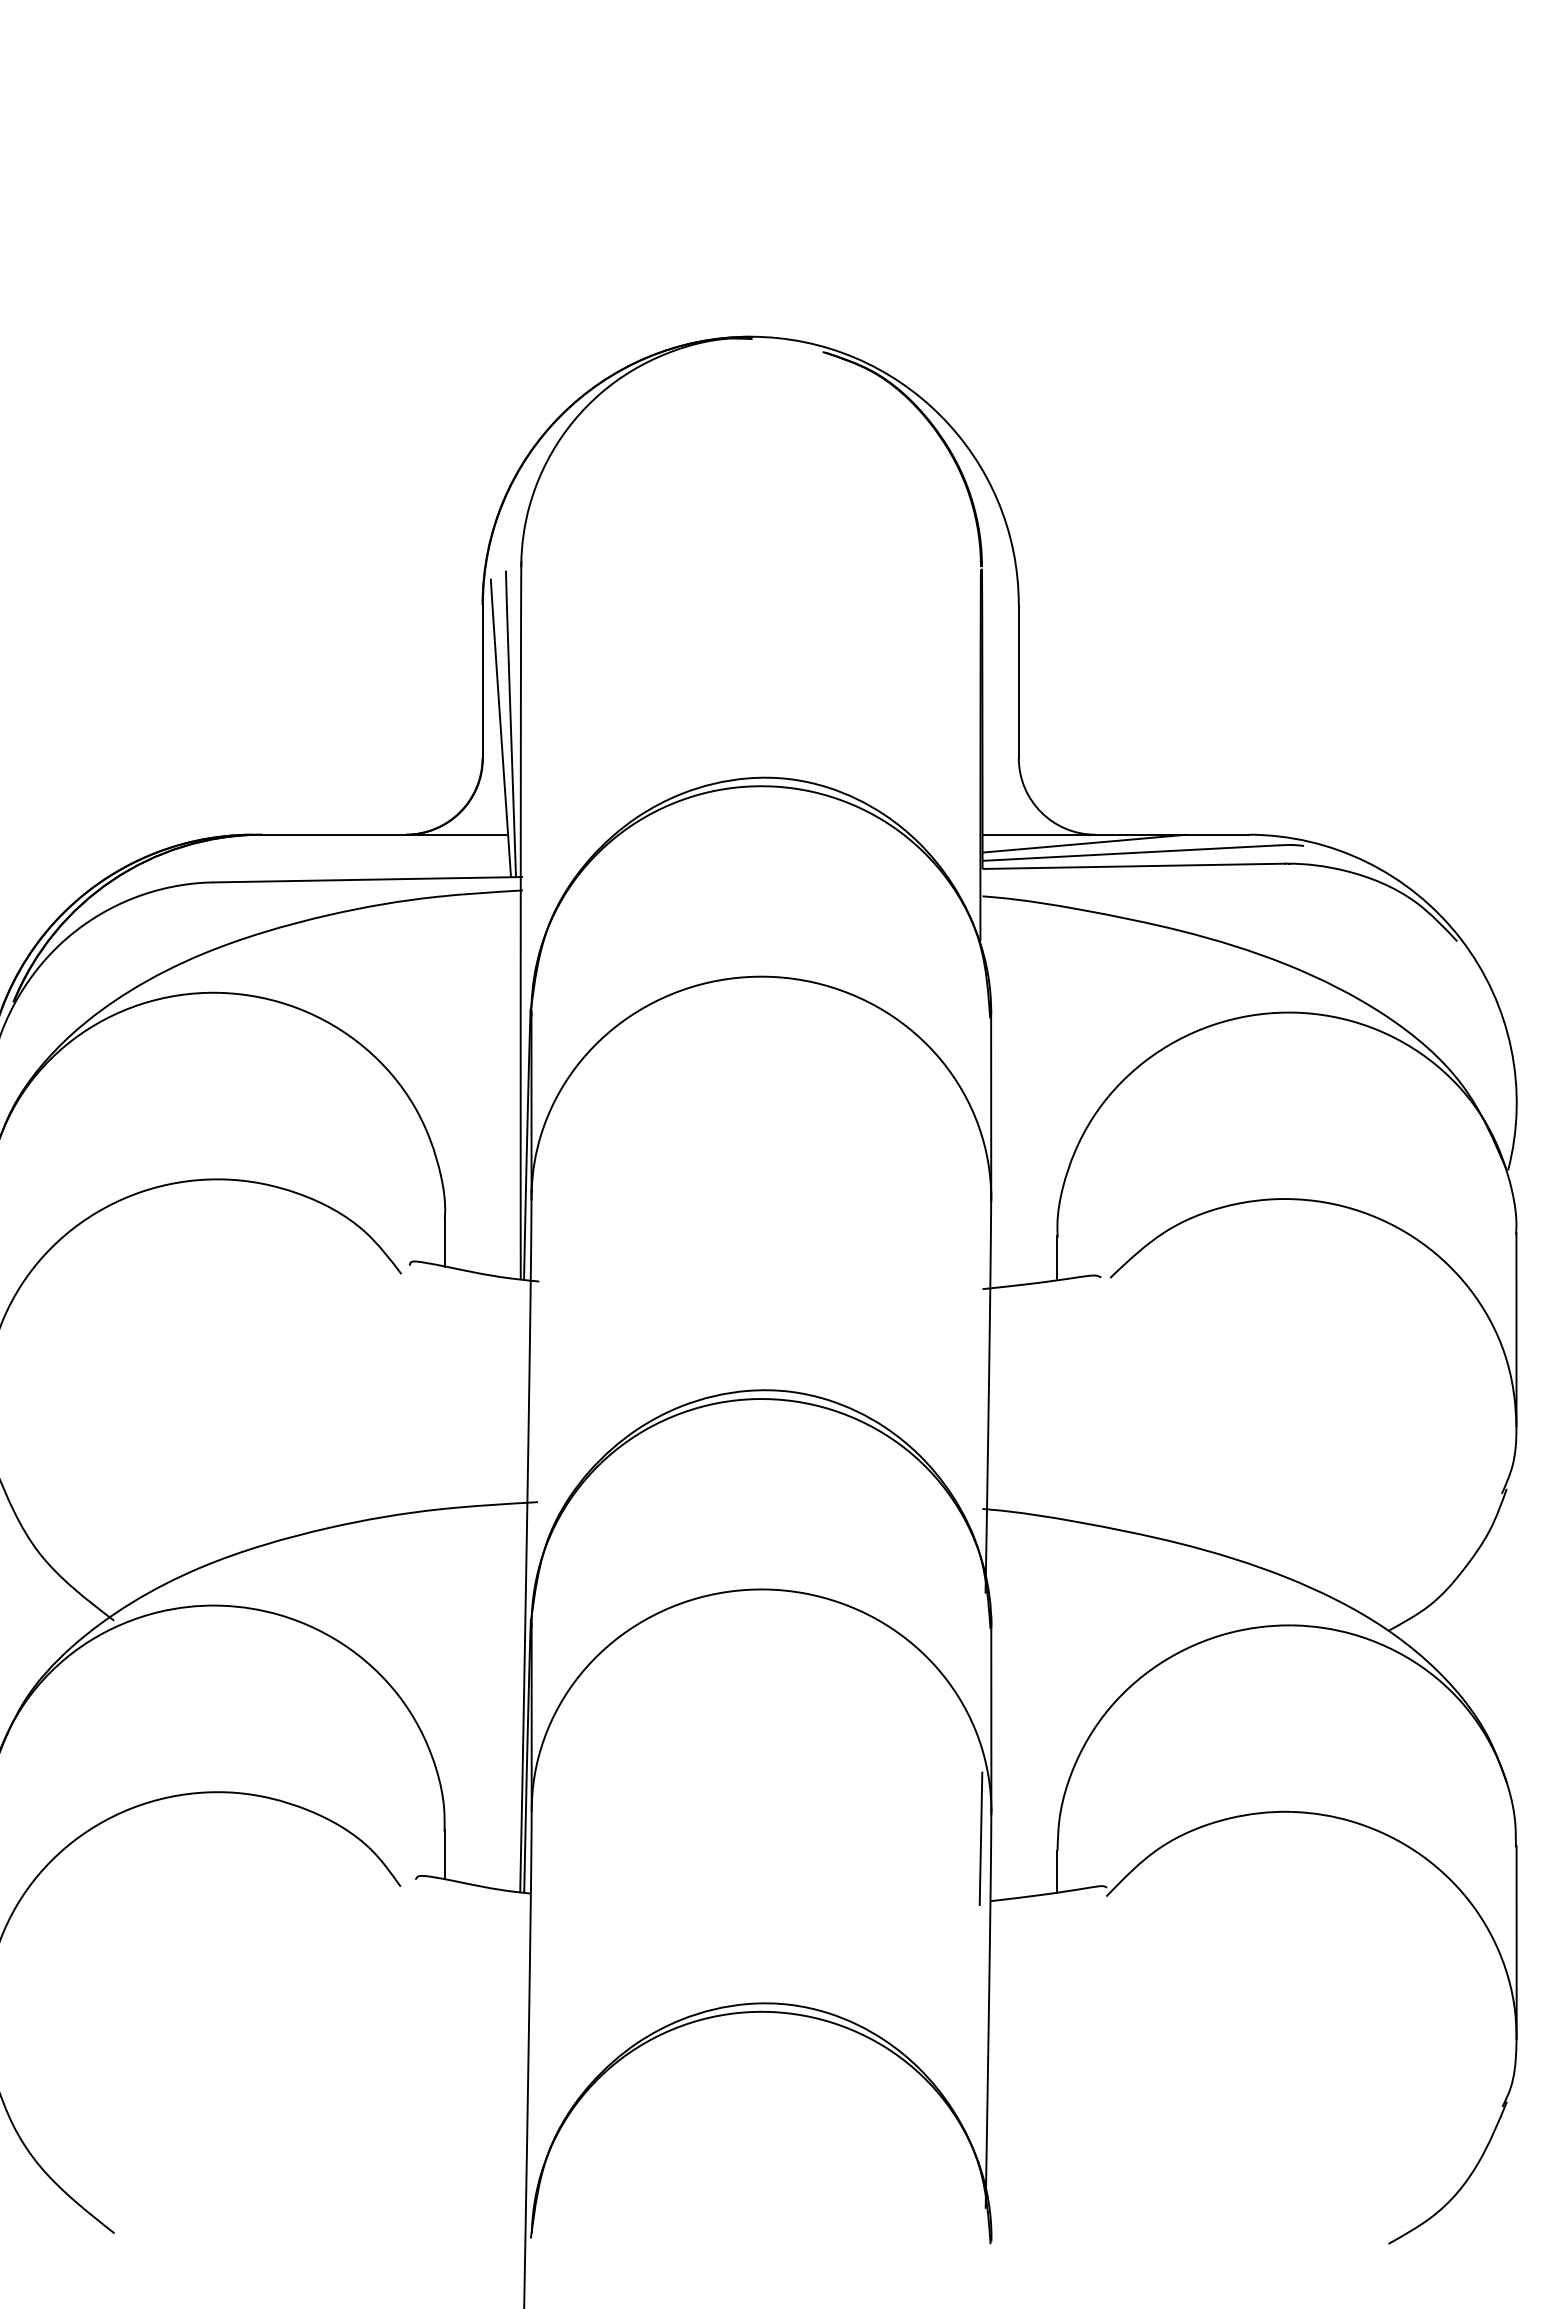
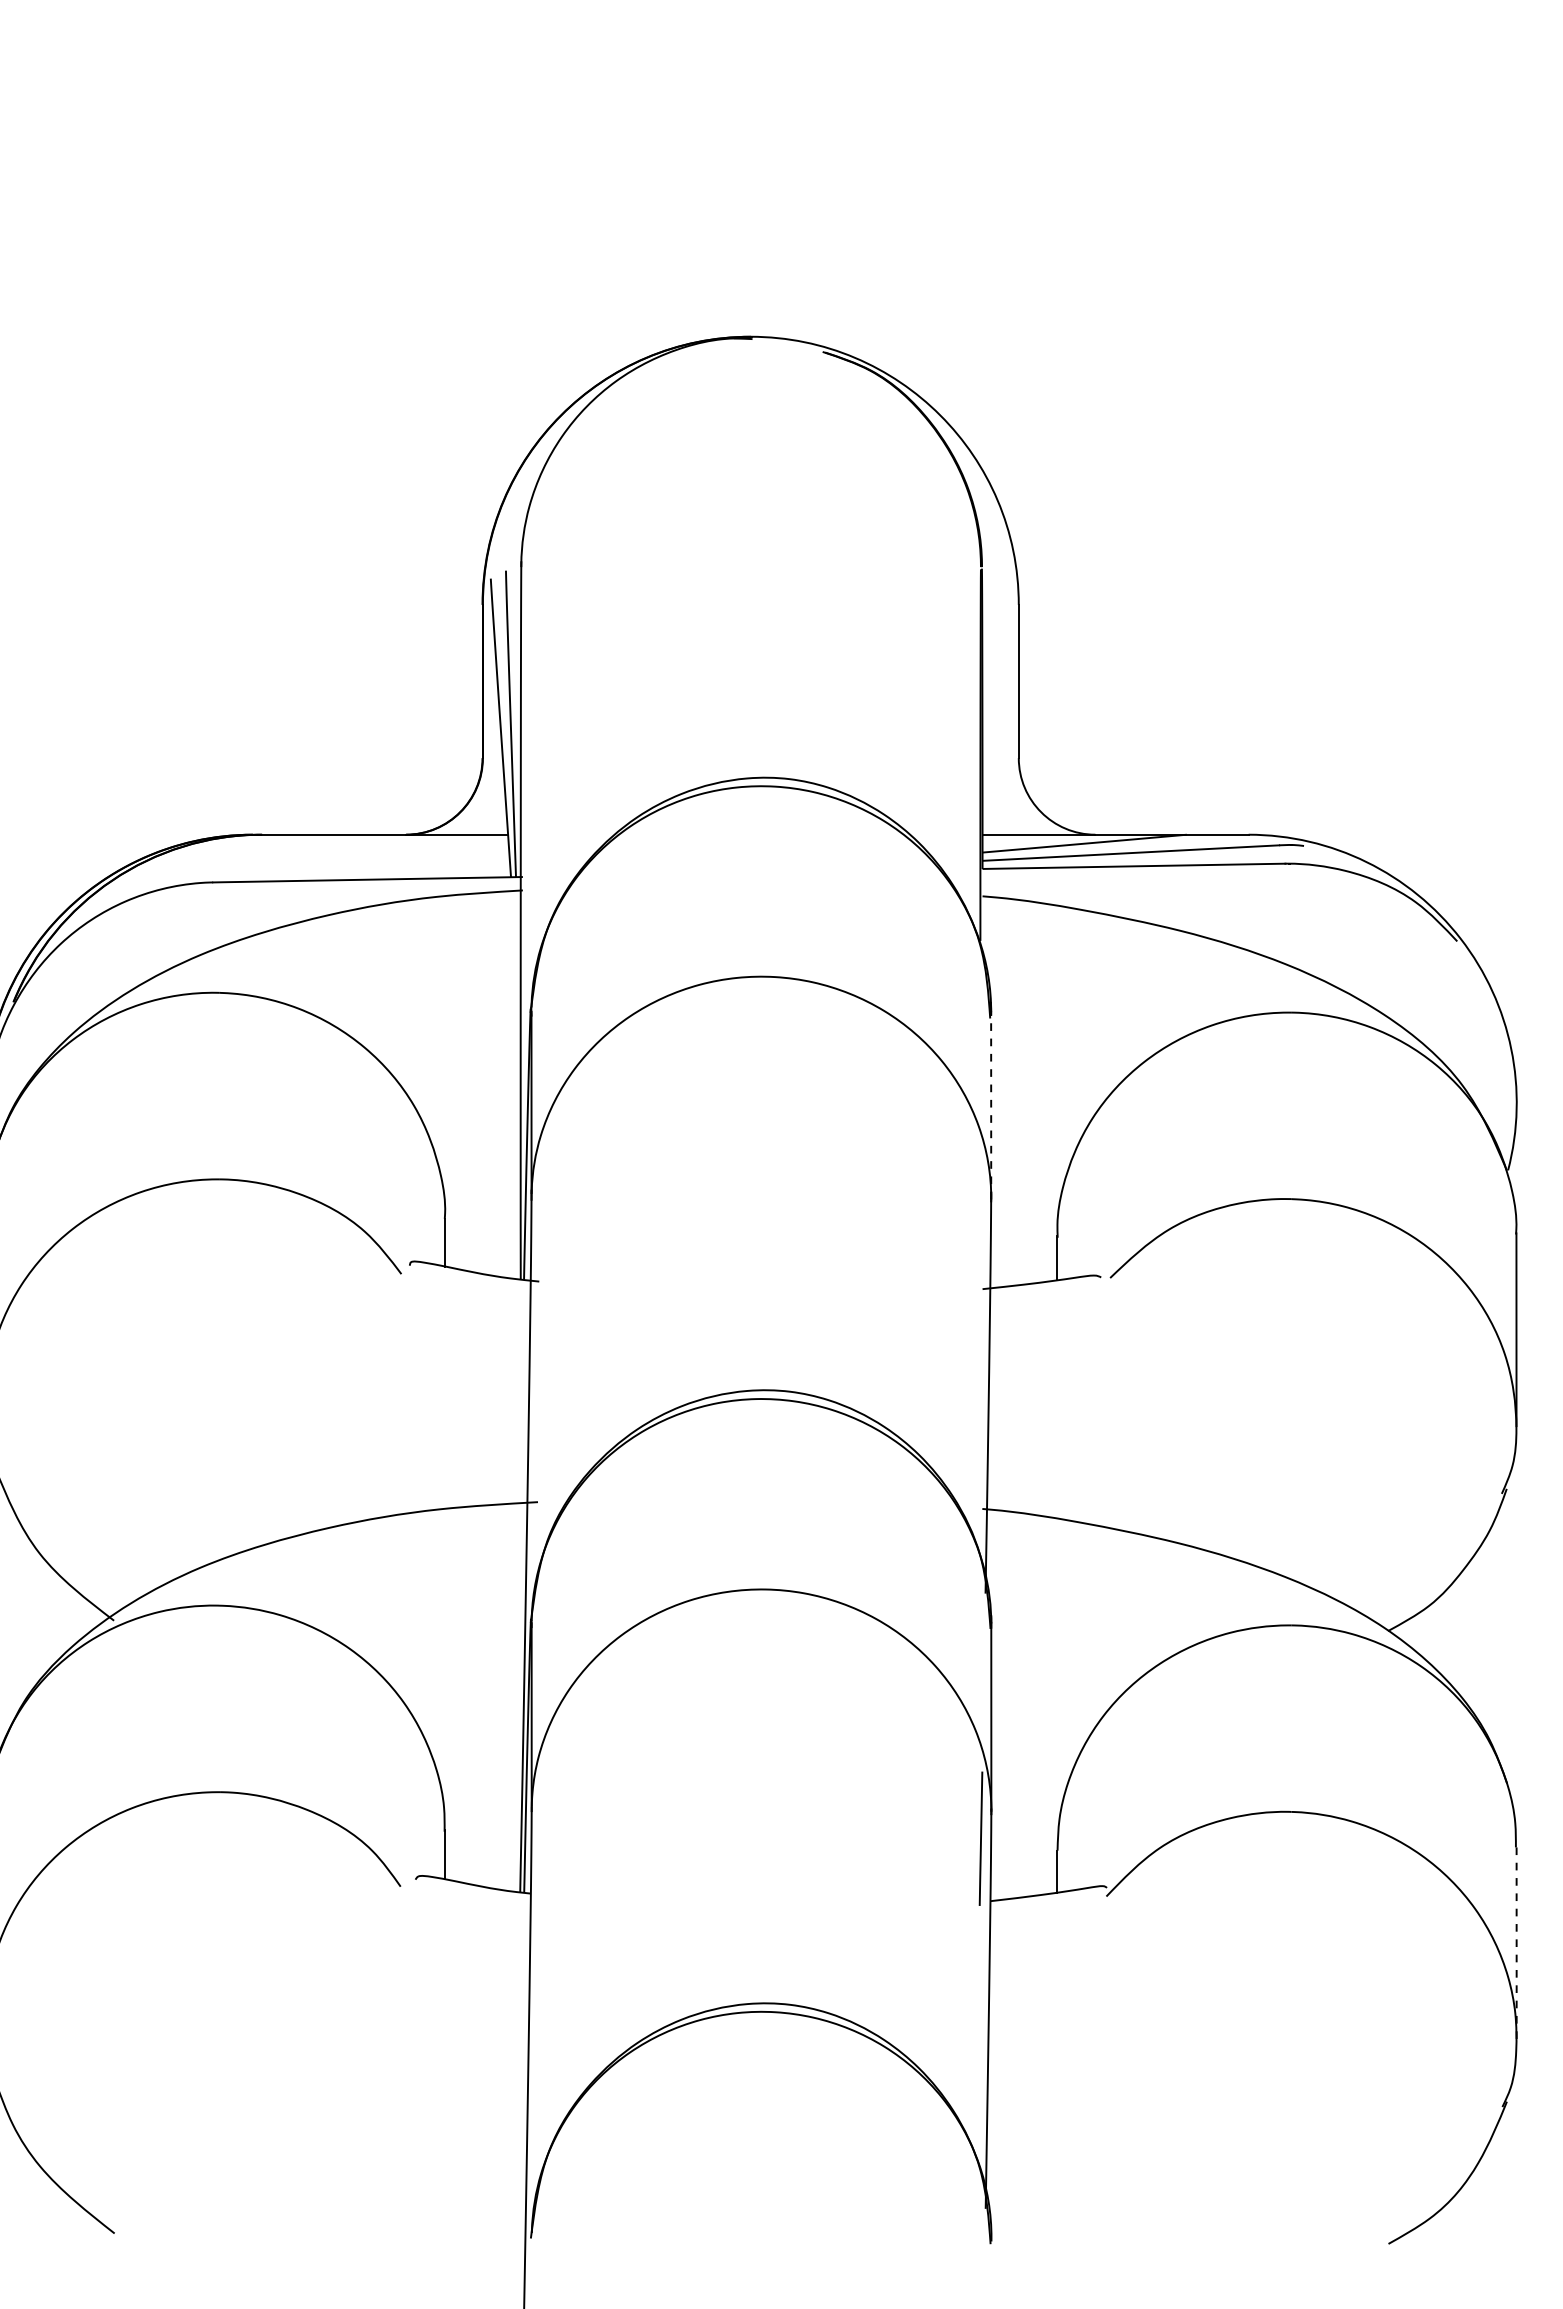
line at (991, 1105): solid -> dashed
line at (1516, 1942): solid -> dashed
